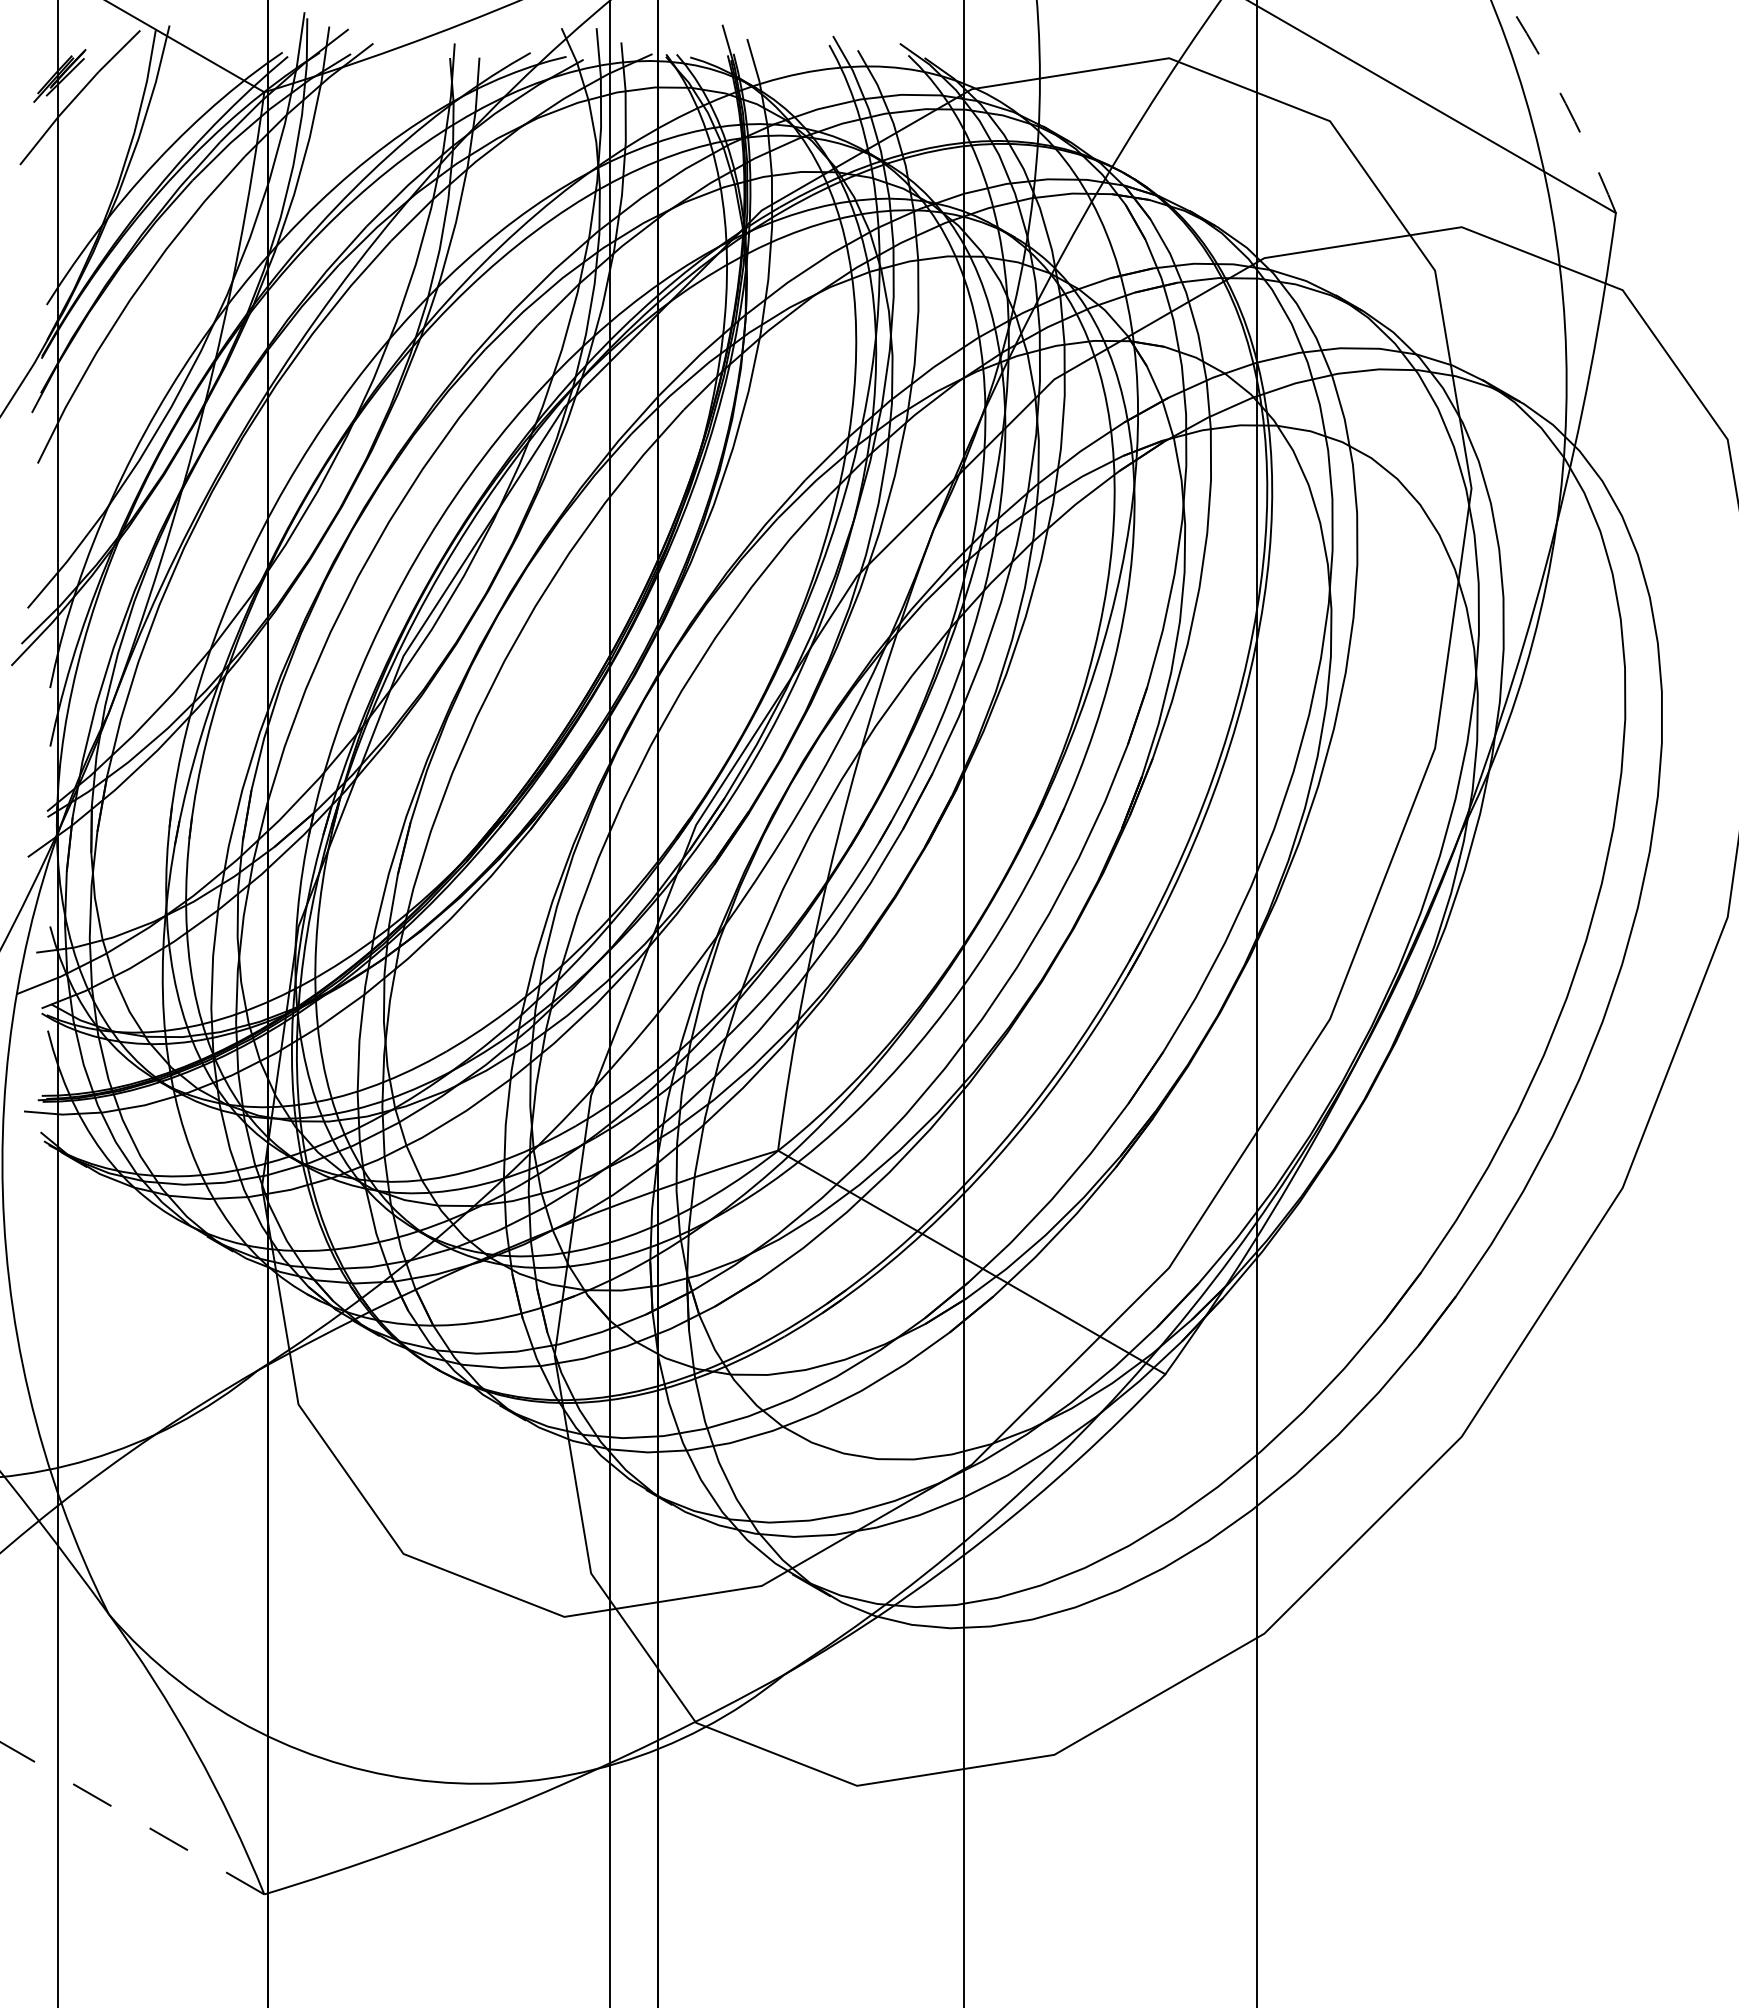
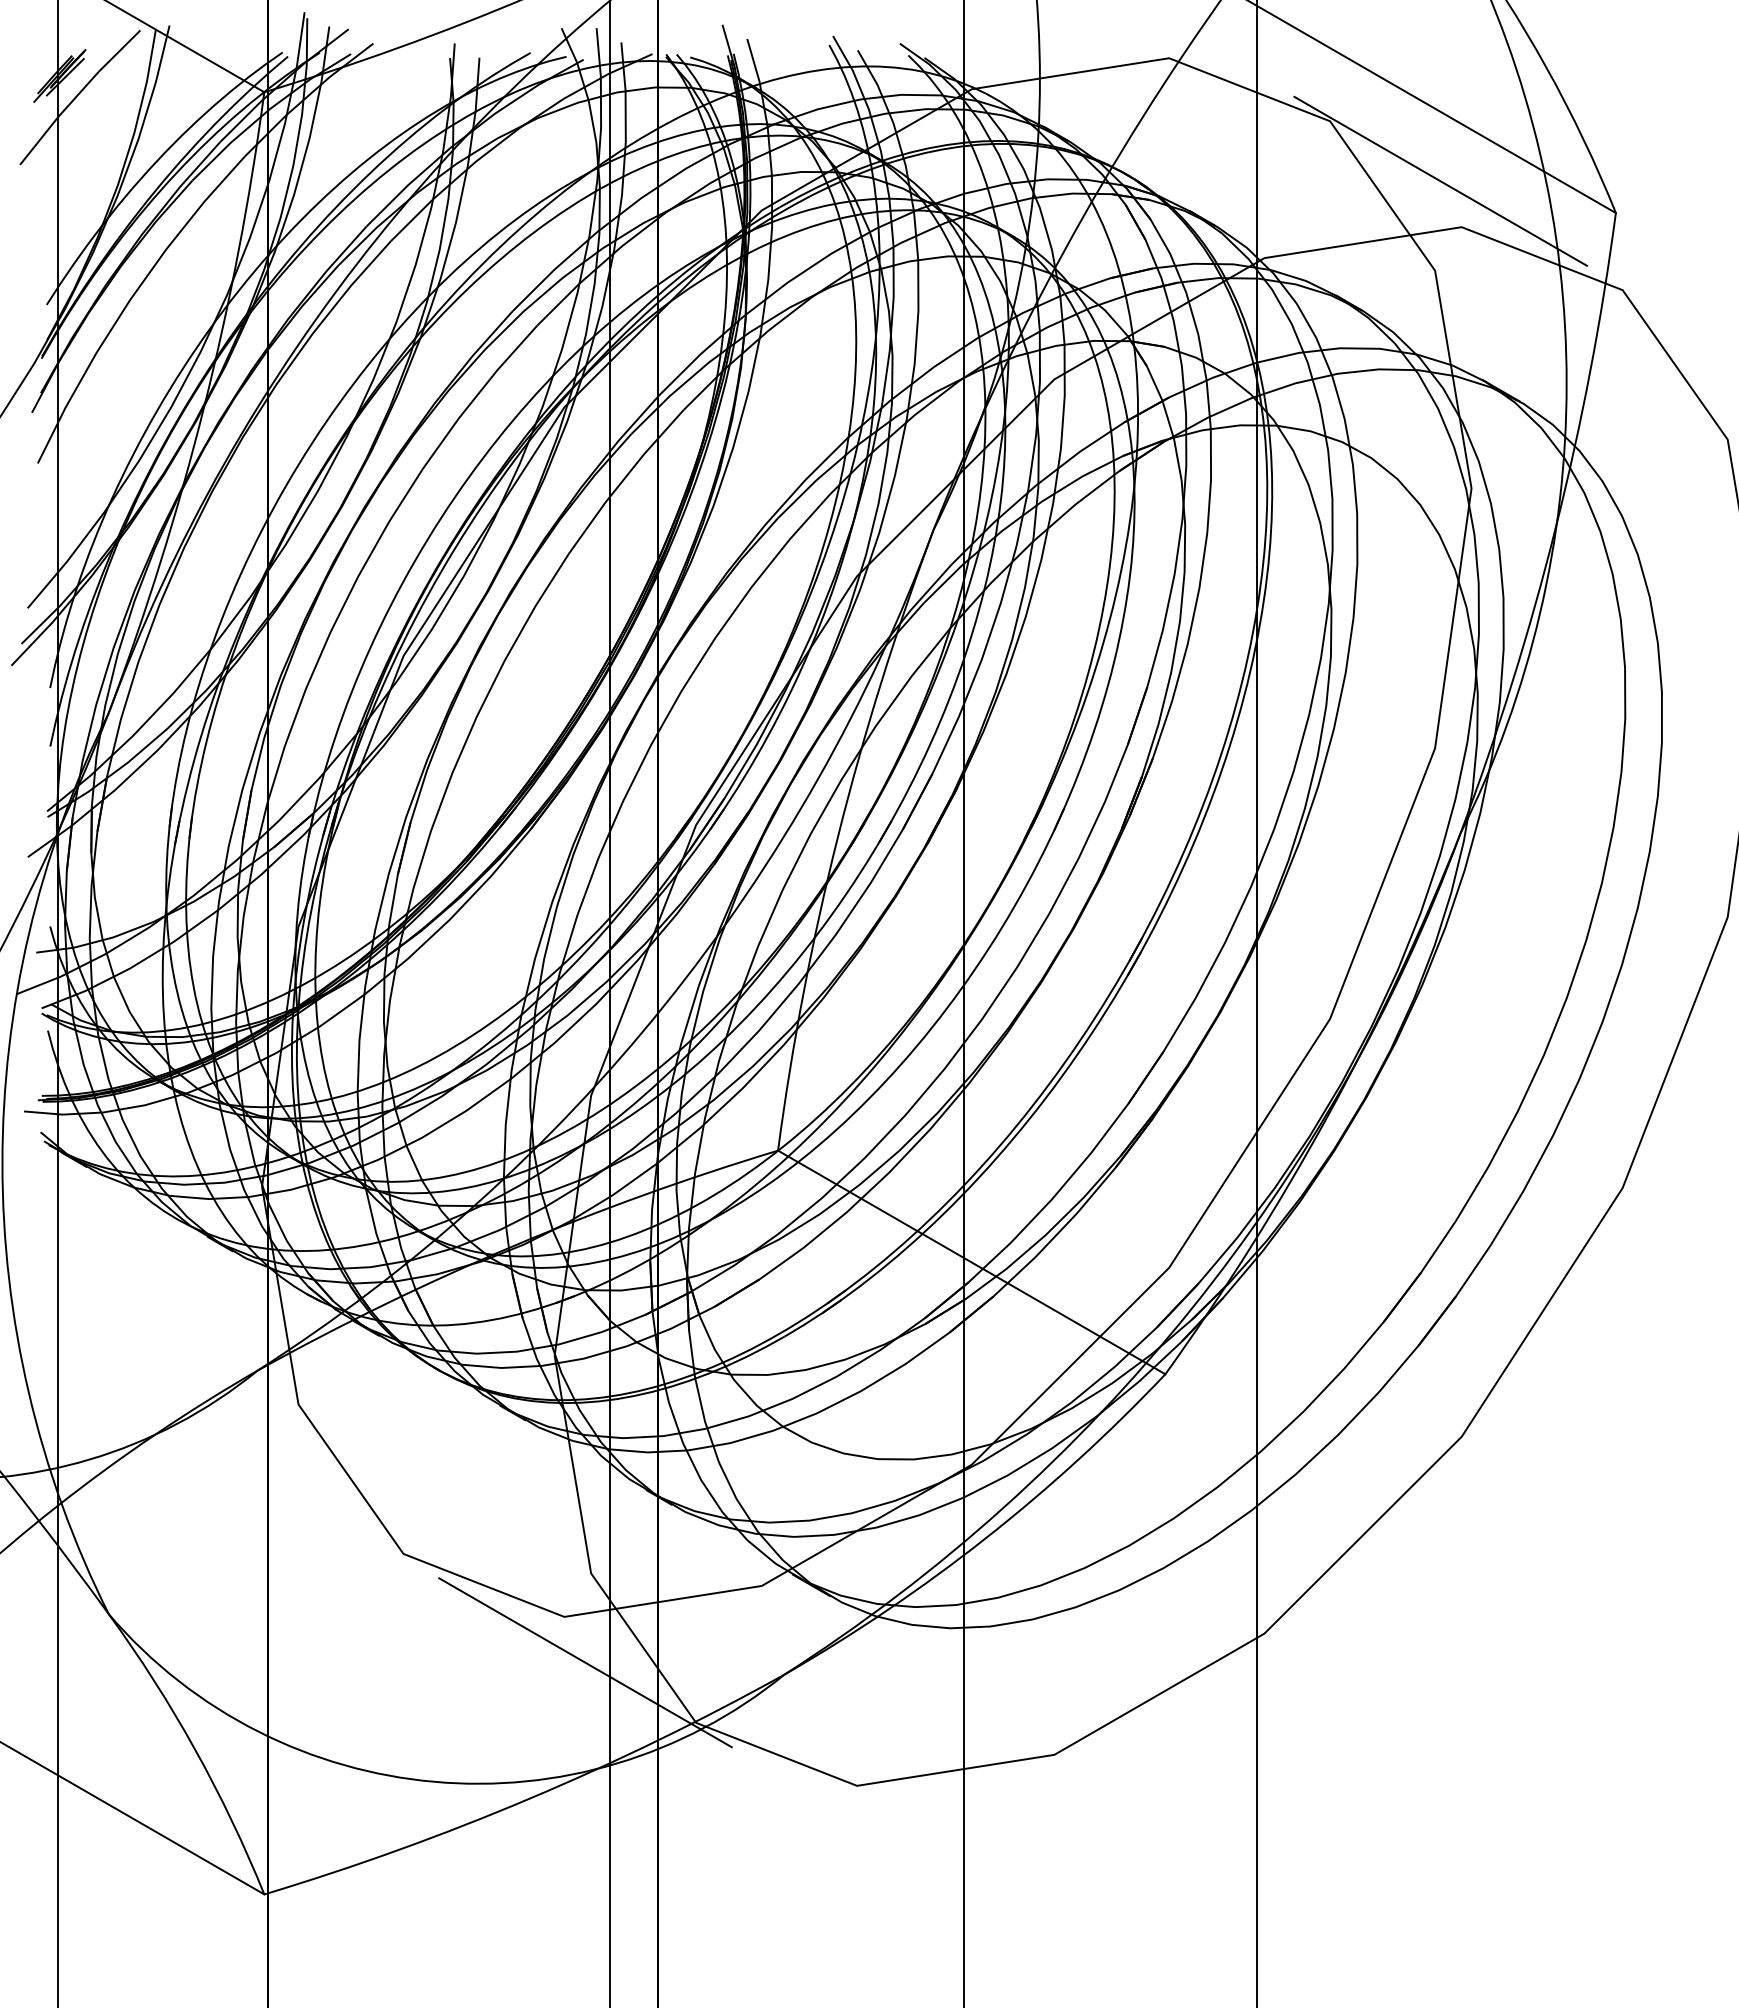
arc at (1565, 103): dashed -> solid
line at (1440, 180): none -> present
line at (585, 1662): none -> present
line at (132, 1818): dashed -> solid
